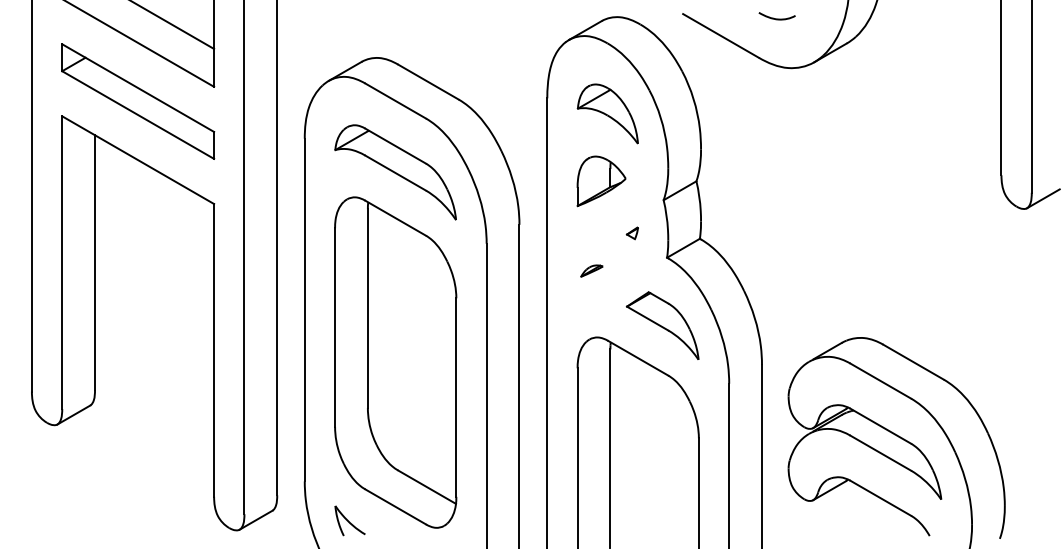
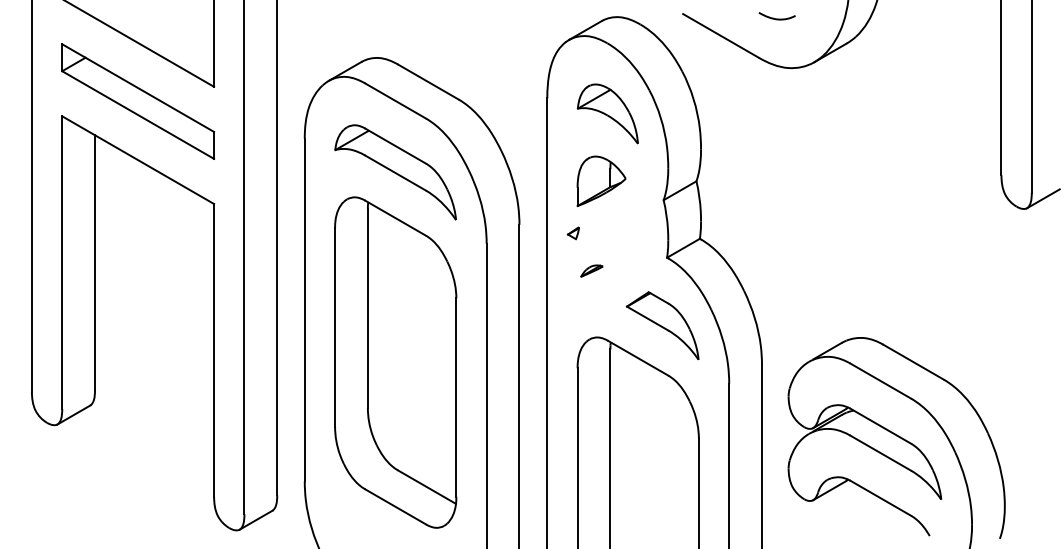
line at (173, 25): present -> none
part at (631, 233) position: (631, 233) -> (572, 233)
part at (349, 520): present -> none
